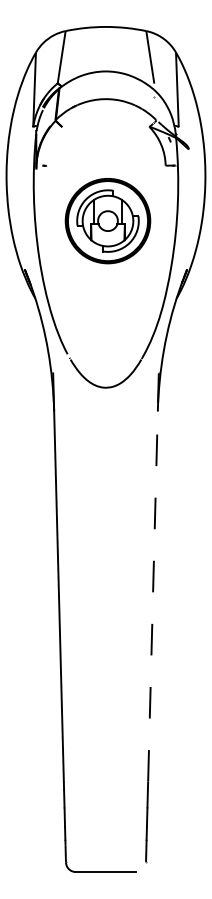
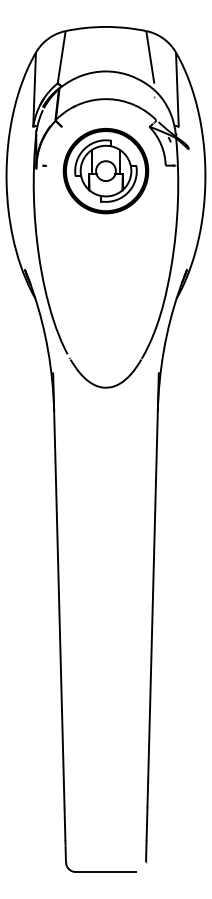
part at (107, 221) position: (107, 221) -> (105, 171)
line at (153, 577): dashed -> solid
